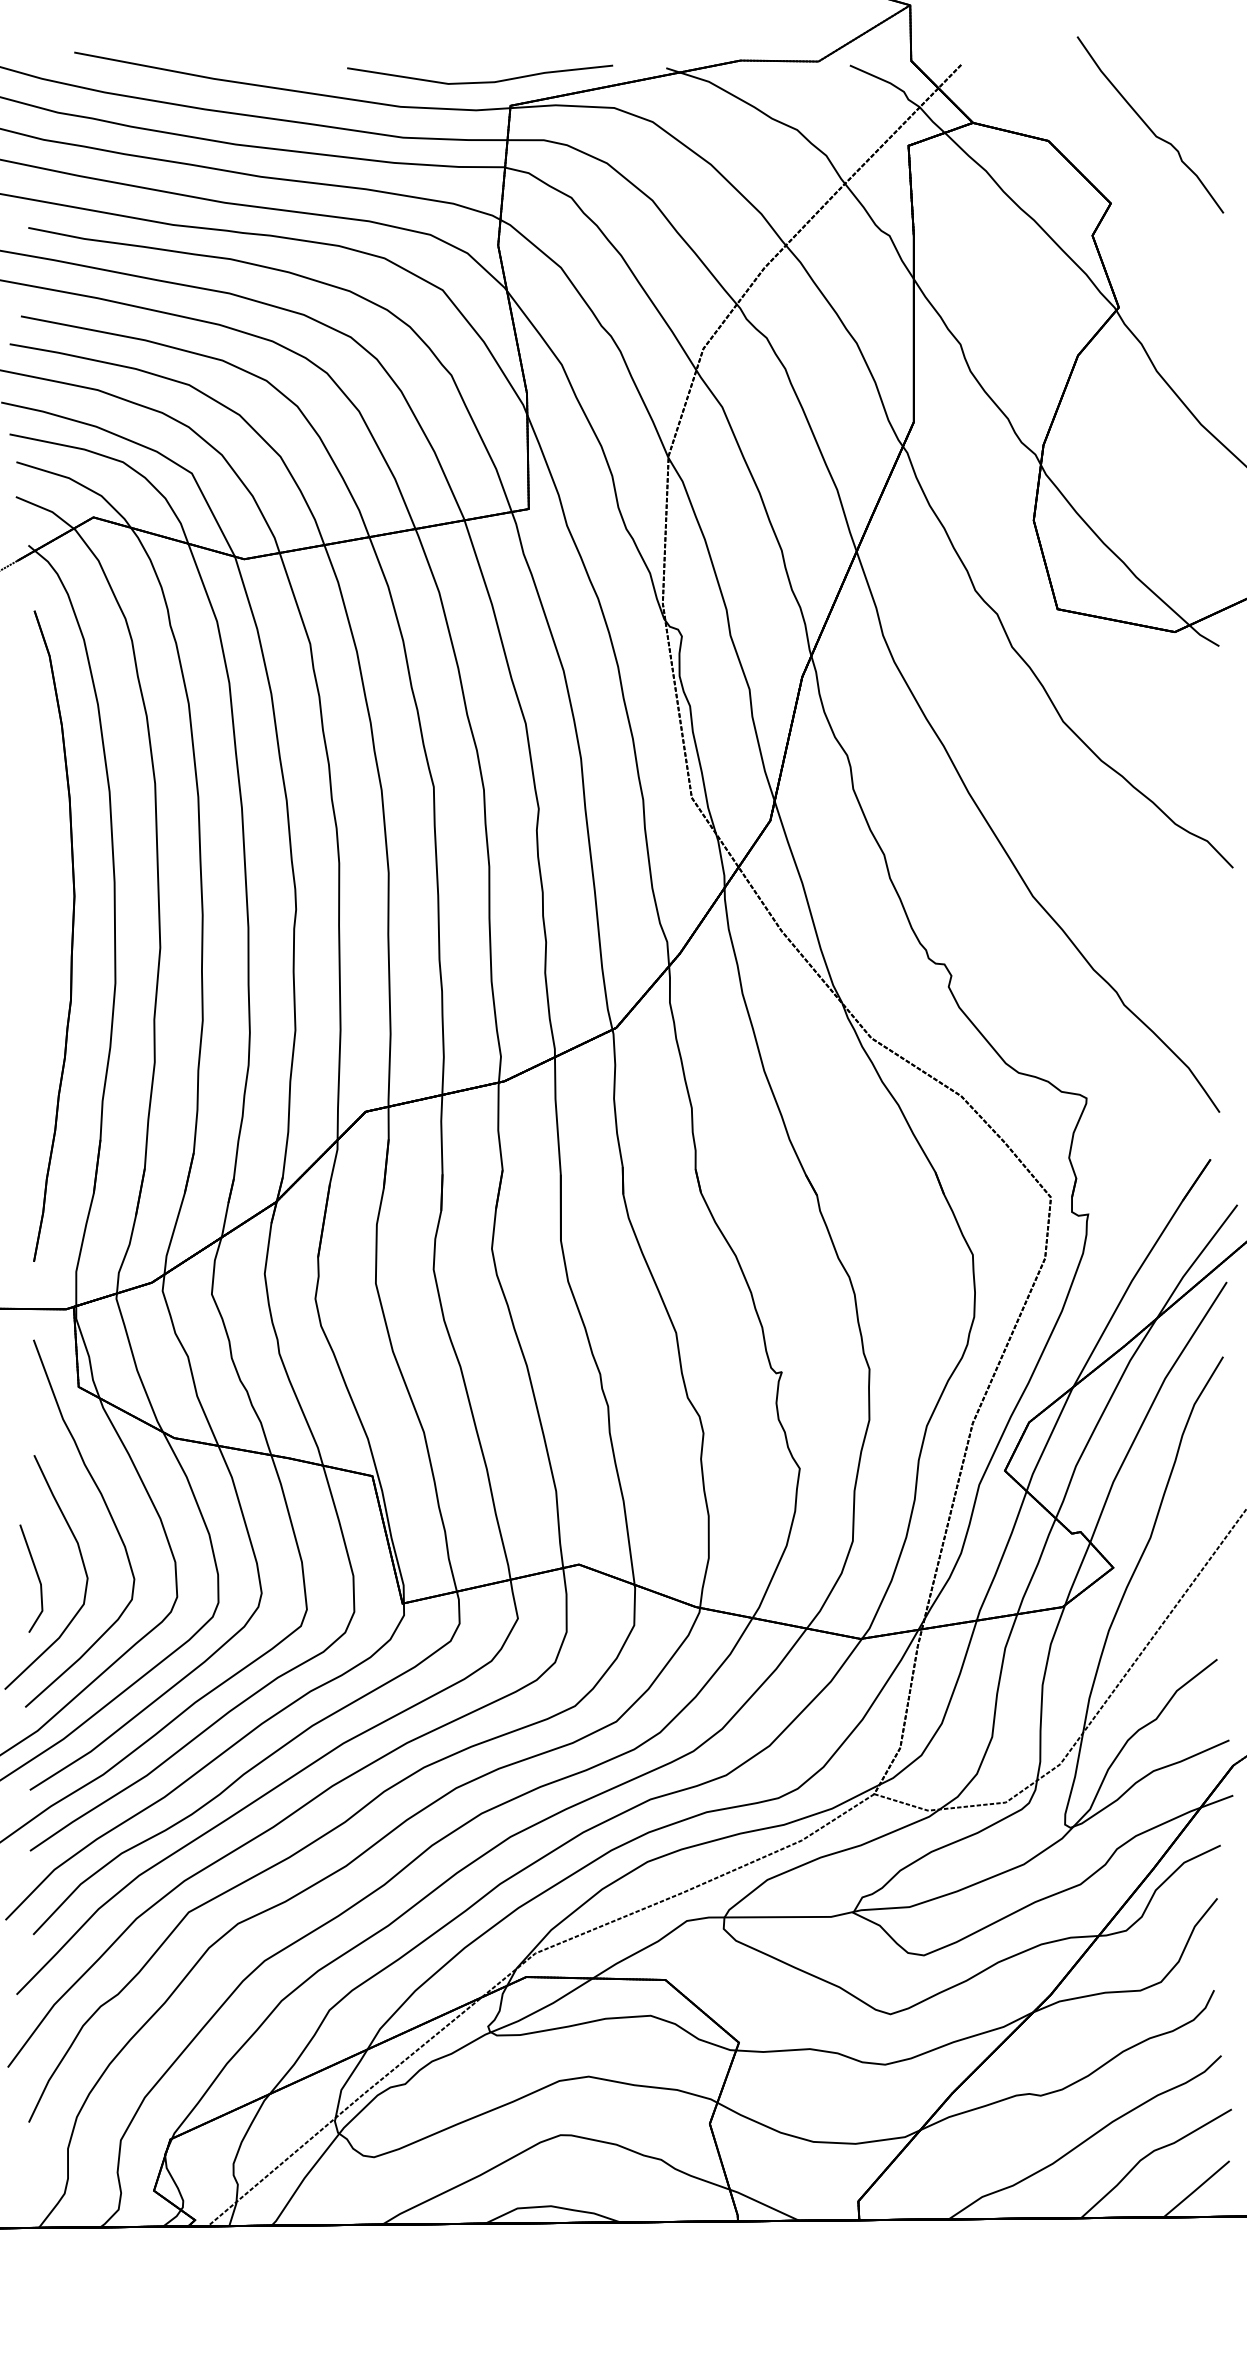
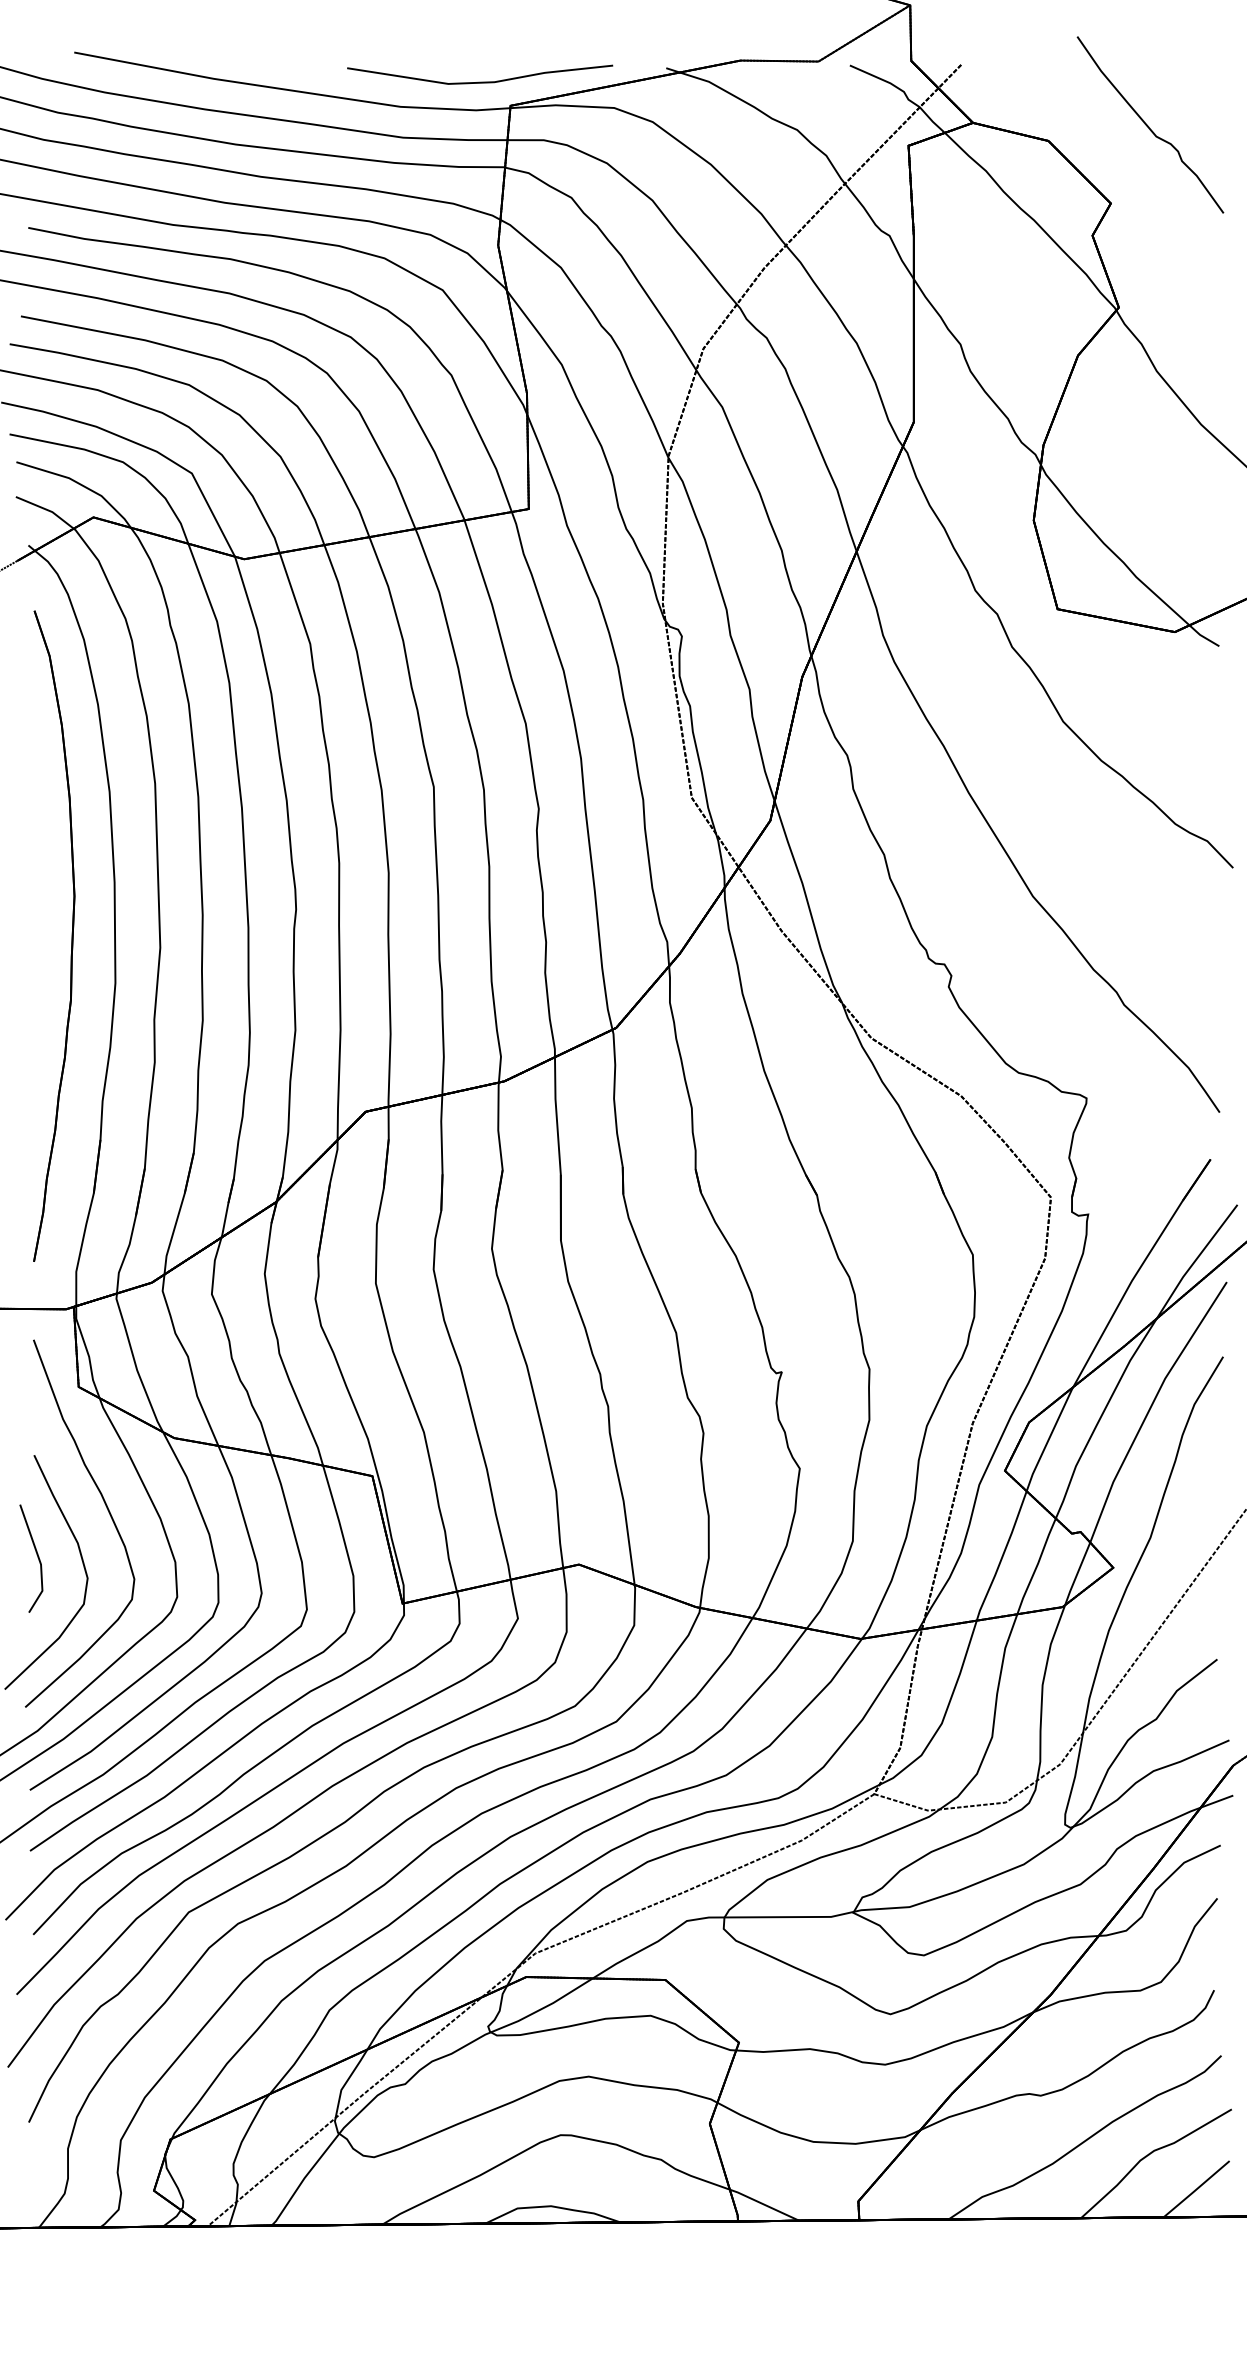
part at (31, 1578) position: (31, 1578) -> (31, 1558)
